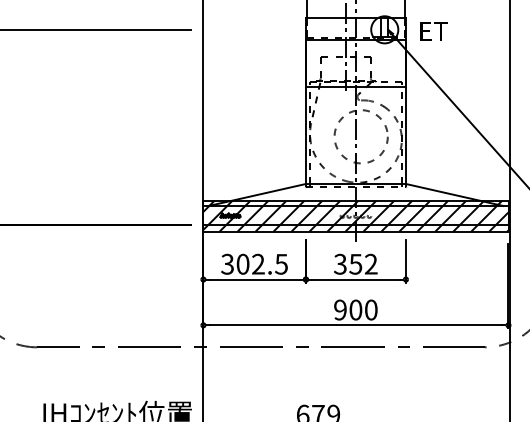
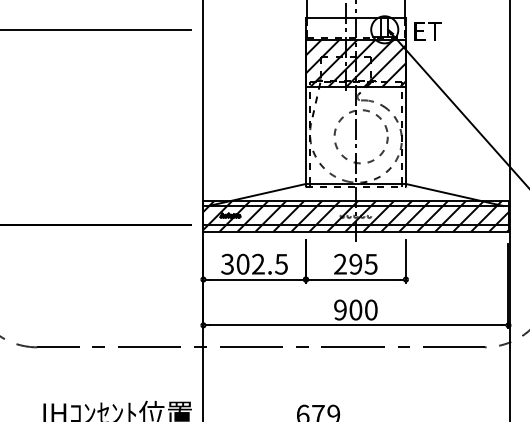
text at (433, 31) position: (433, 31) -> (427, 31)
hatch at (355, 63): none -> present
text at (355, 263): 352 -> 295
